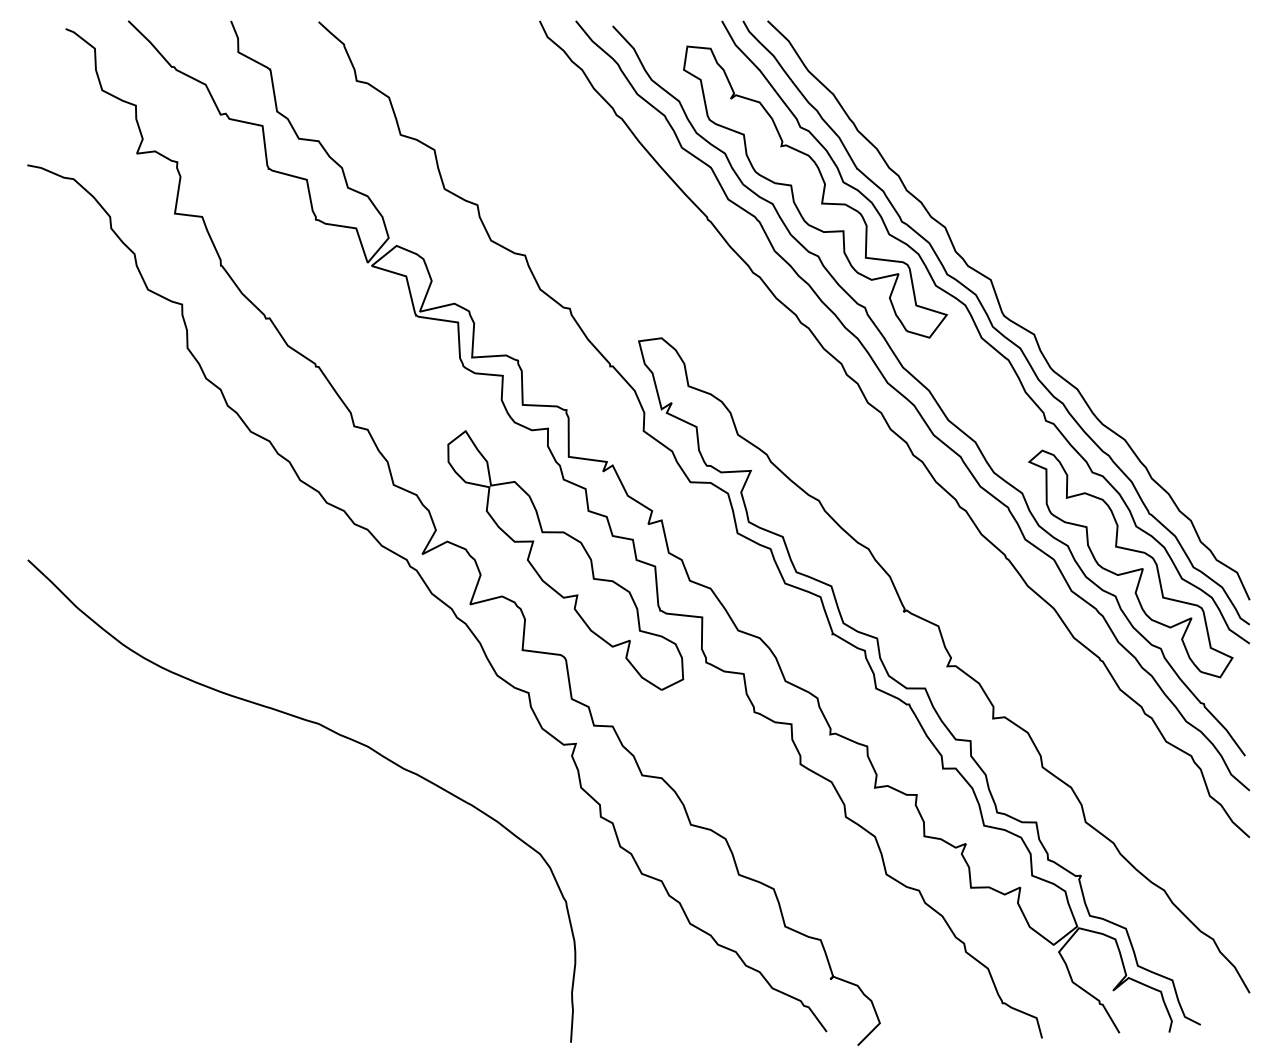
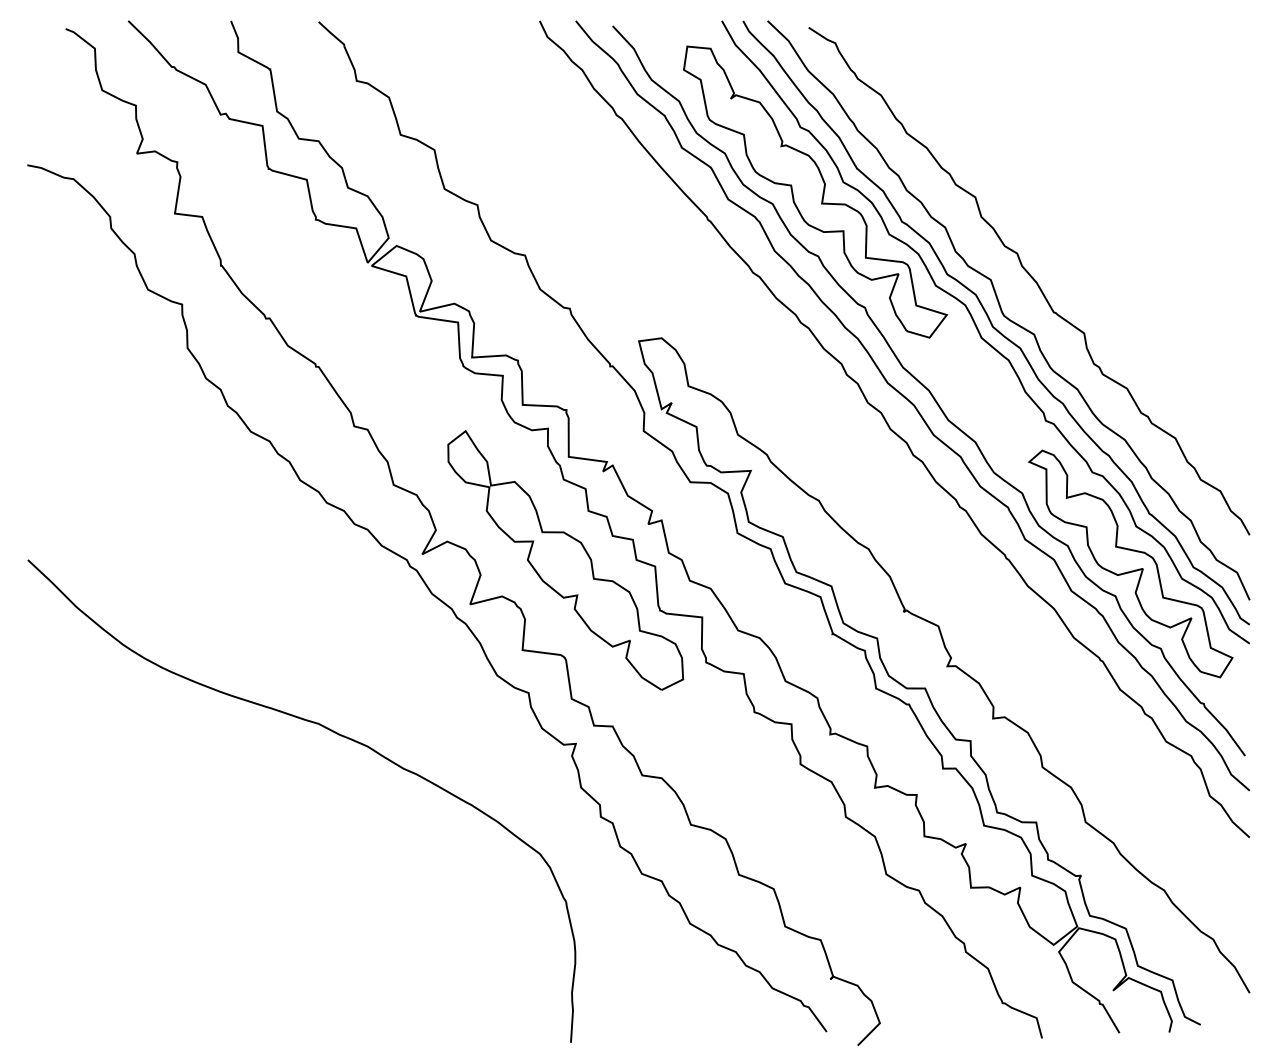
curve at (1031, 278): none -> present
